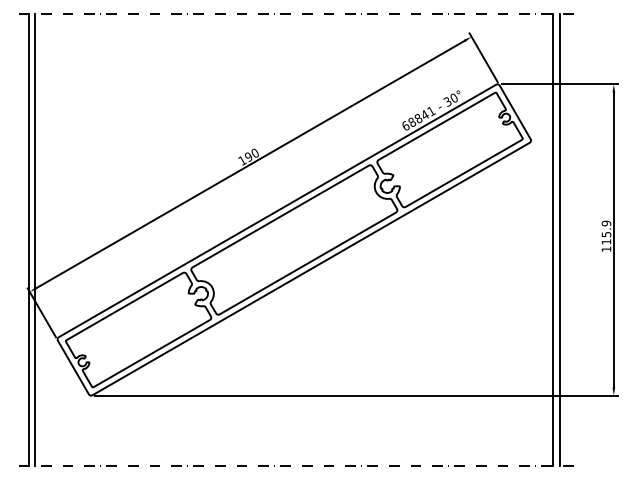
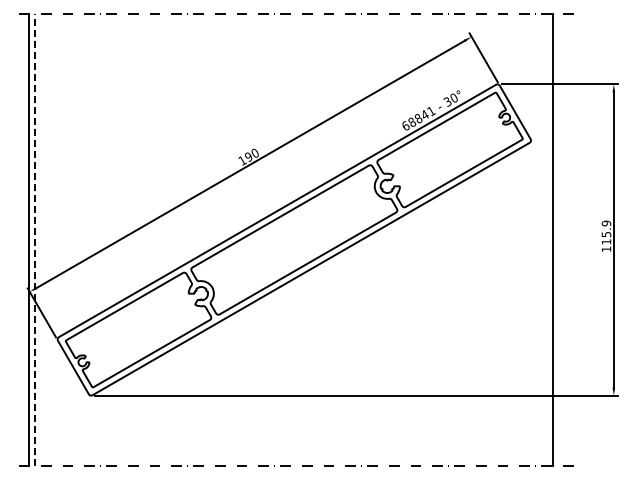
line at (35, 239): solid -> dashed
line at (560, 239): present -> none
